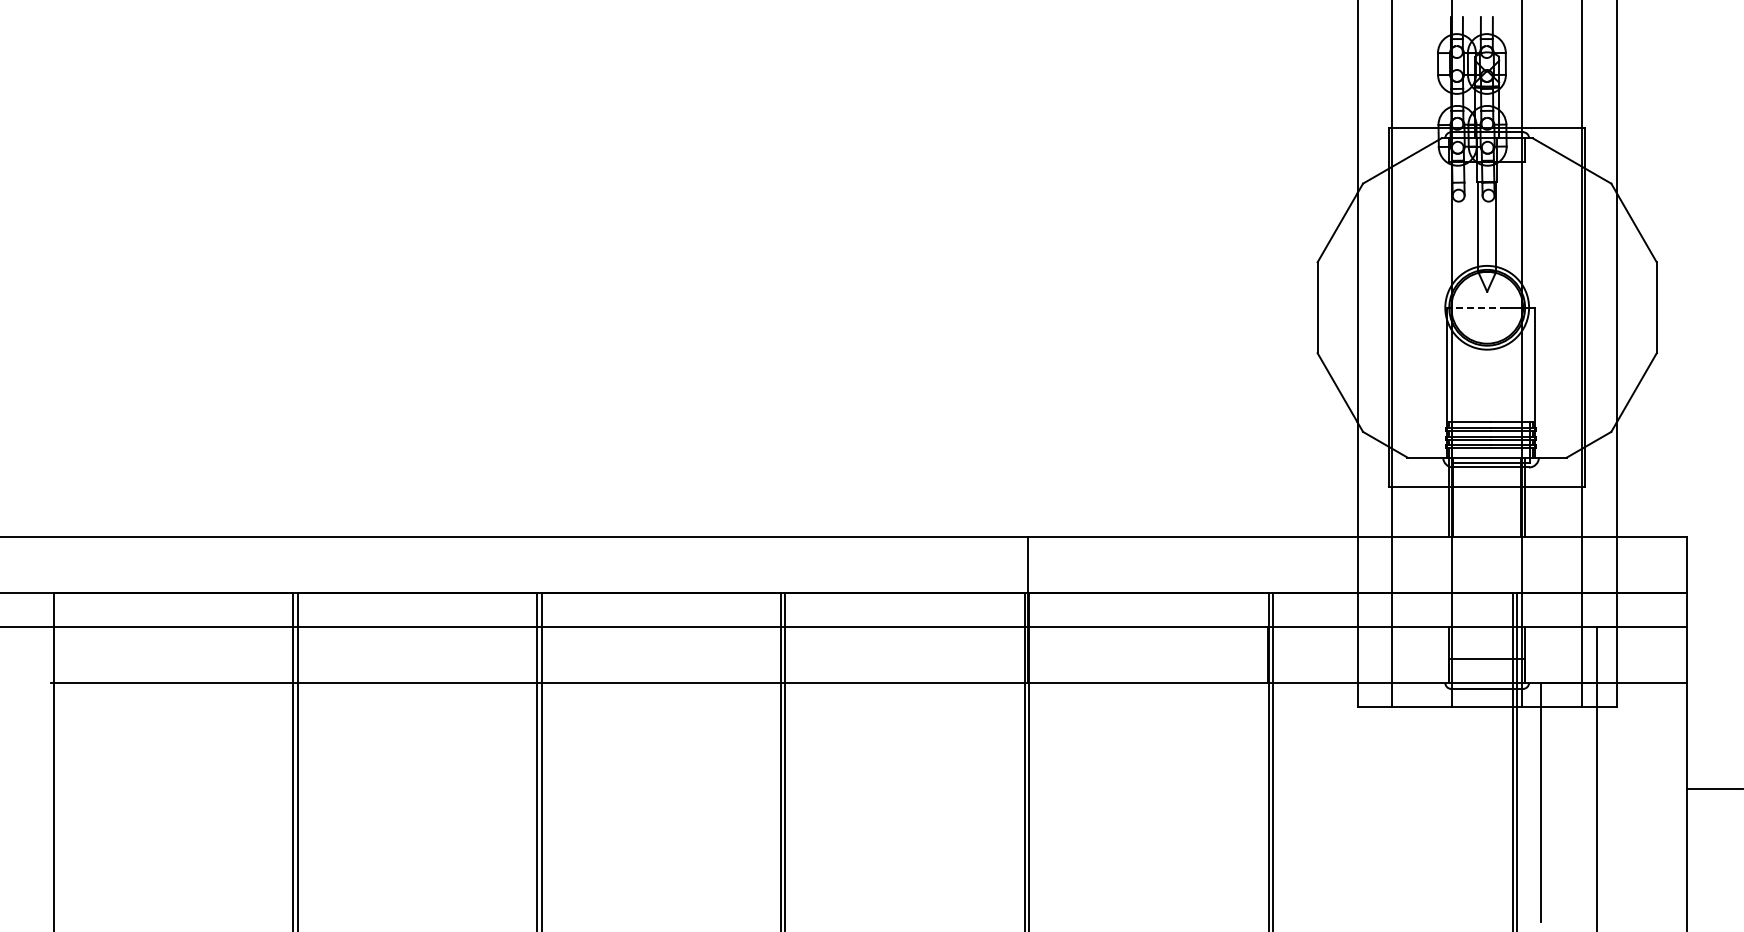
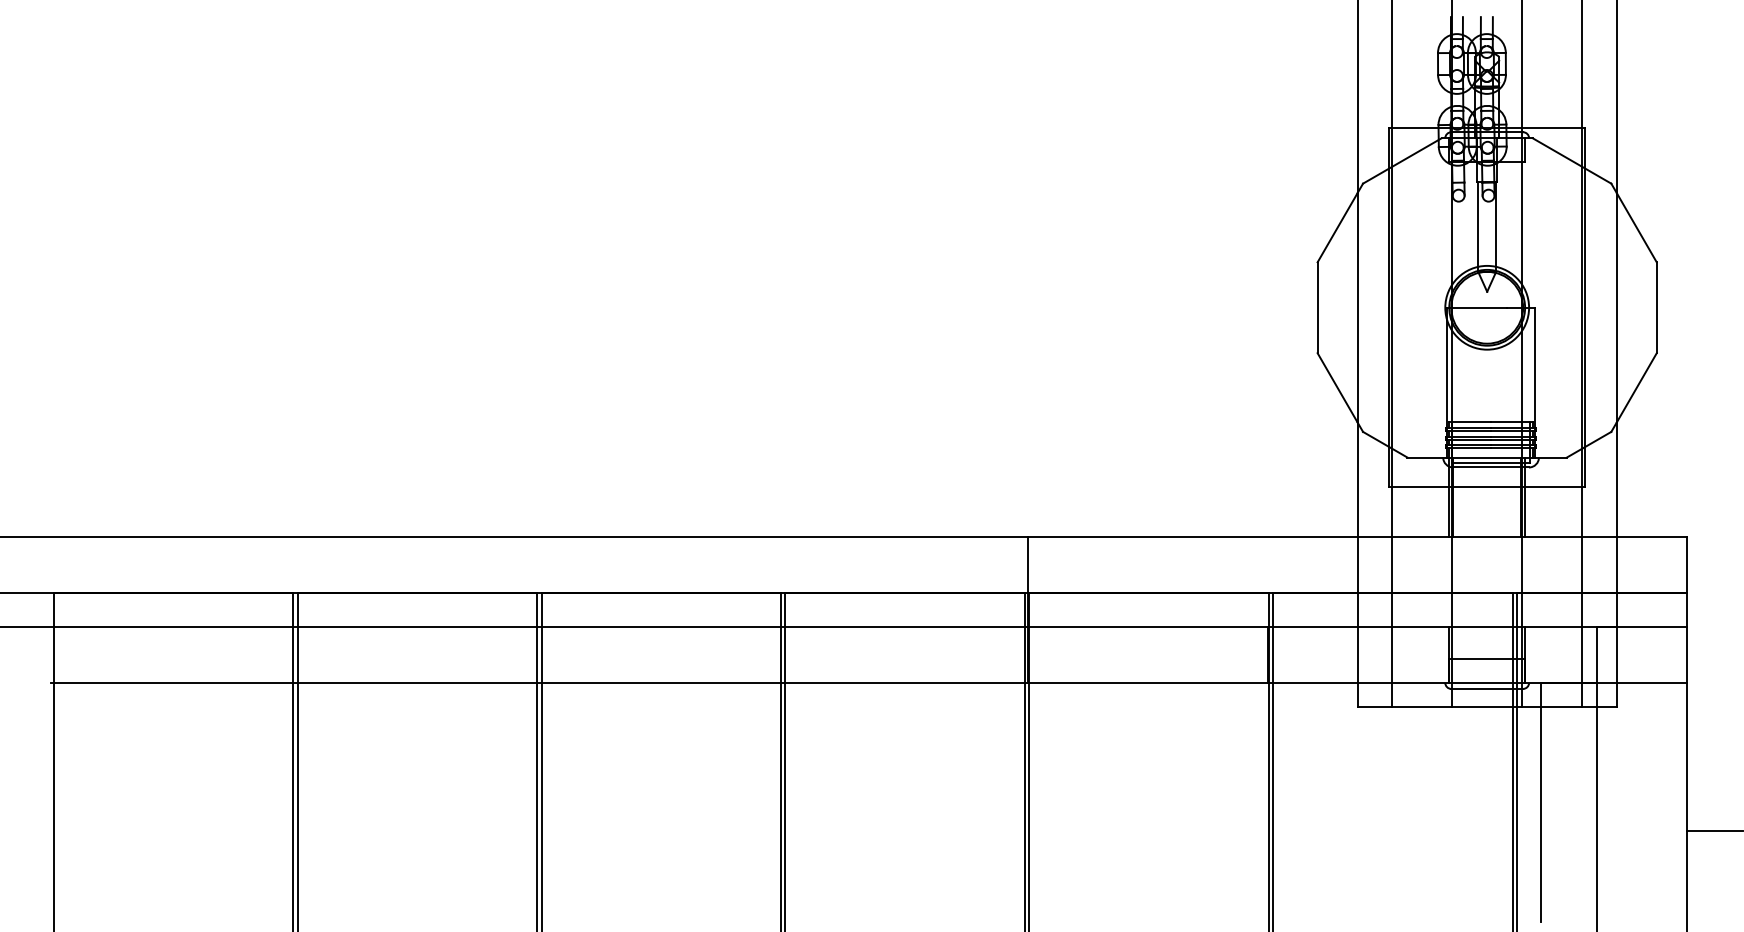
line at (1476, 307): dashed -> solid
line at (1713, 788) position: (1713, 788) -> (1713, 830)
